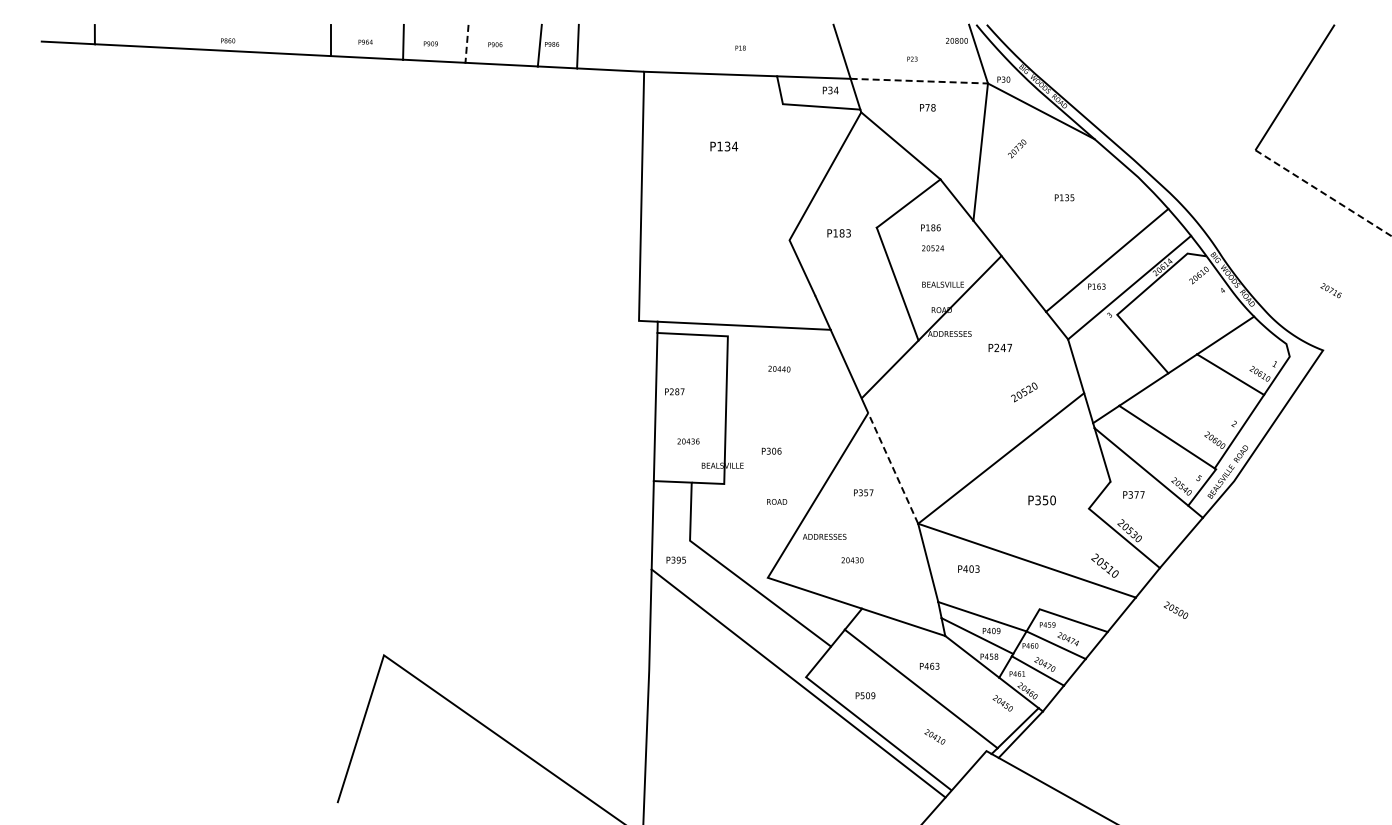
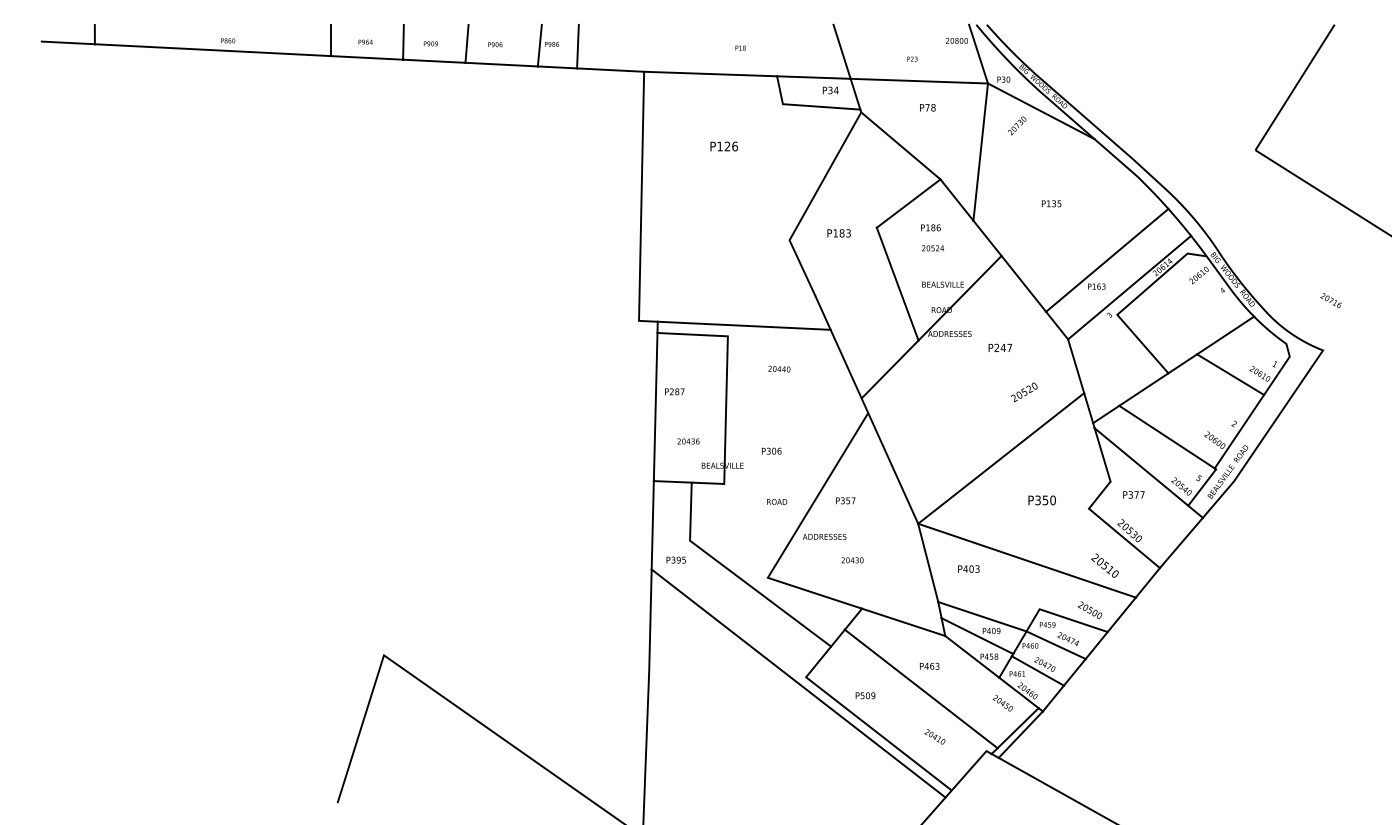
line at (466, 44): dashed -> solid
line at (919, 81): dashed -> solid
text at (731, 146): P134 -> P126
text at (1017, 148) position: (1017, 148) -> (1017, 125)
line at (1323, 193): dashed -> solid
text at (1064, 197) position: (1064, 197) -> (1051, 203)
text at (1330, 290) position: (1330, 290) -> (1330, 300)
line at (893, 468): dashed -> solid
text at (863, 492) position: (863, 492) -> (845, 500)
text at (1175, 609) position: (1175, 609) -> (1089, 609)
